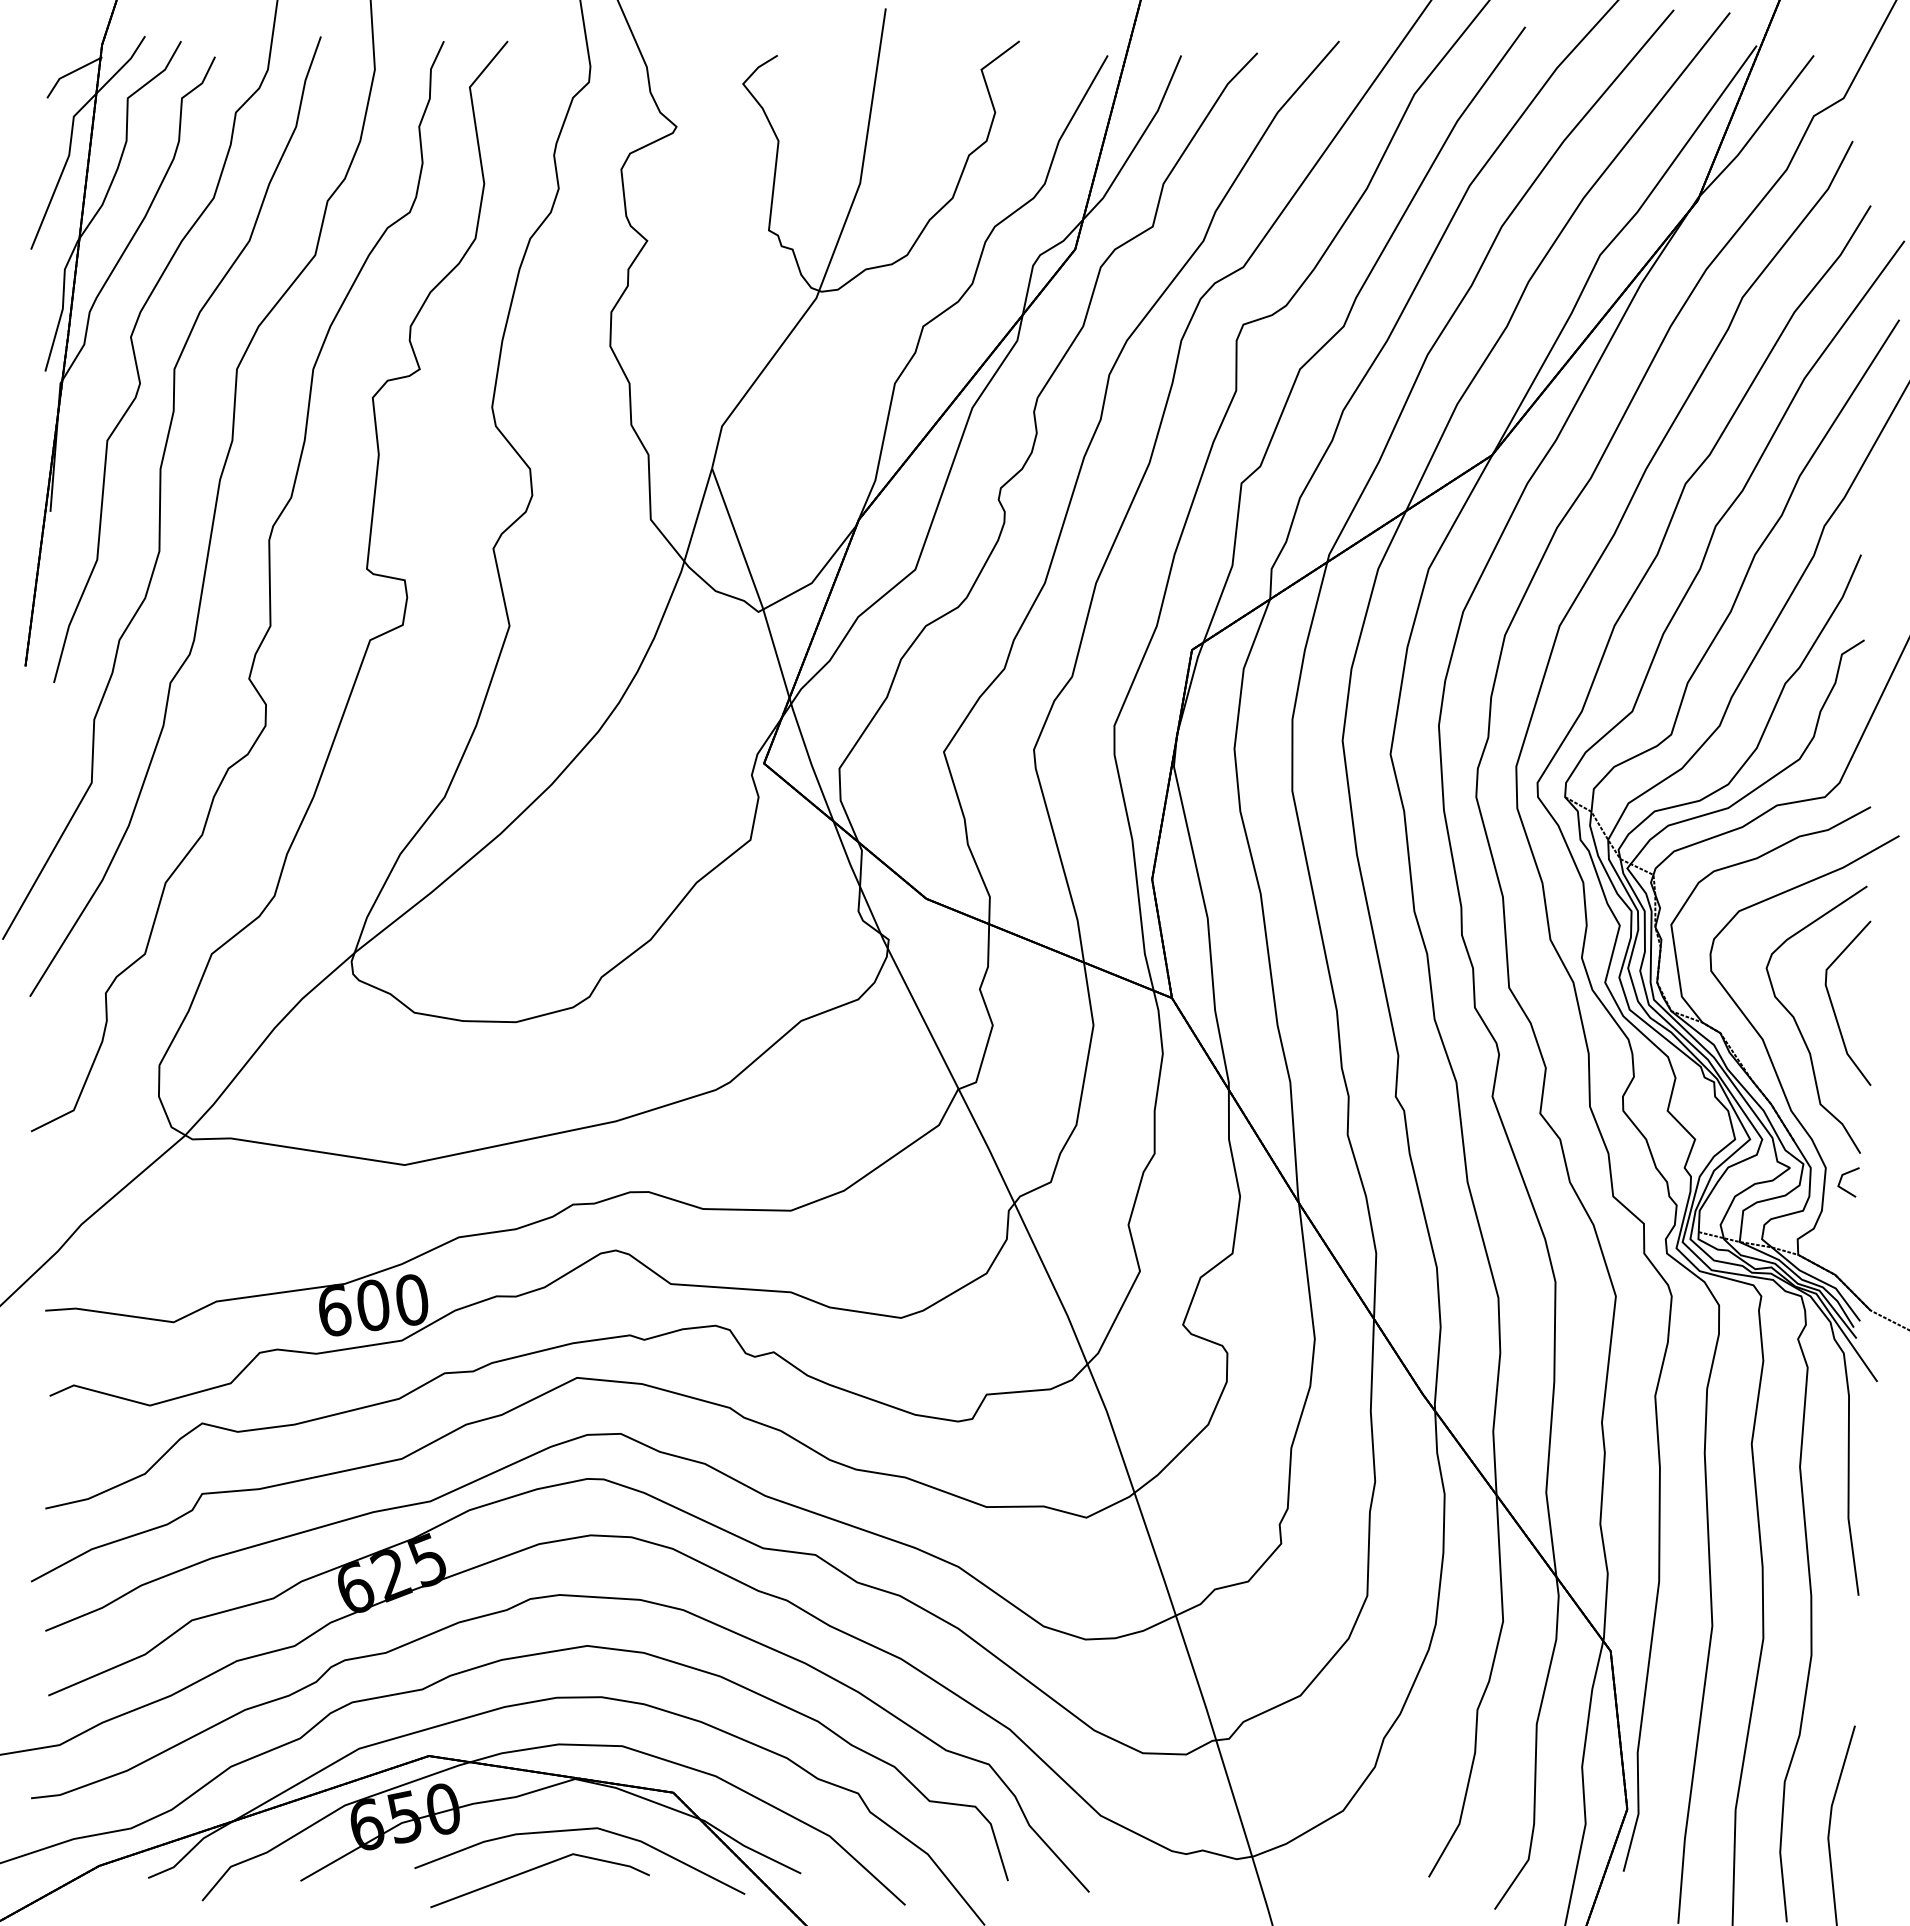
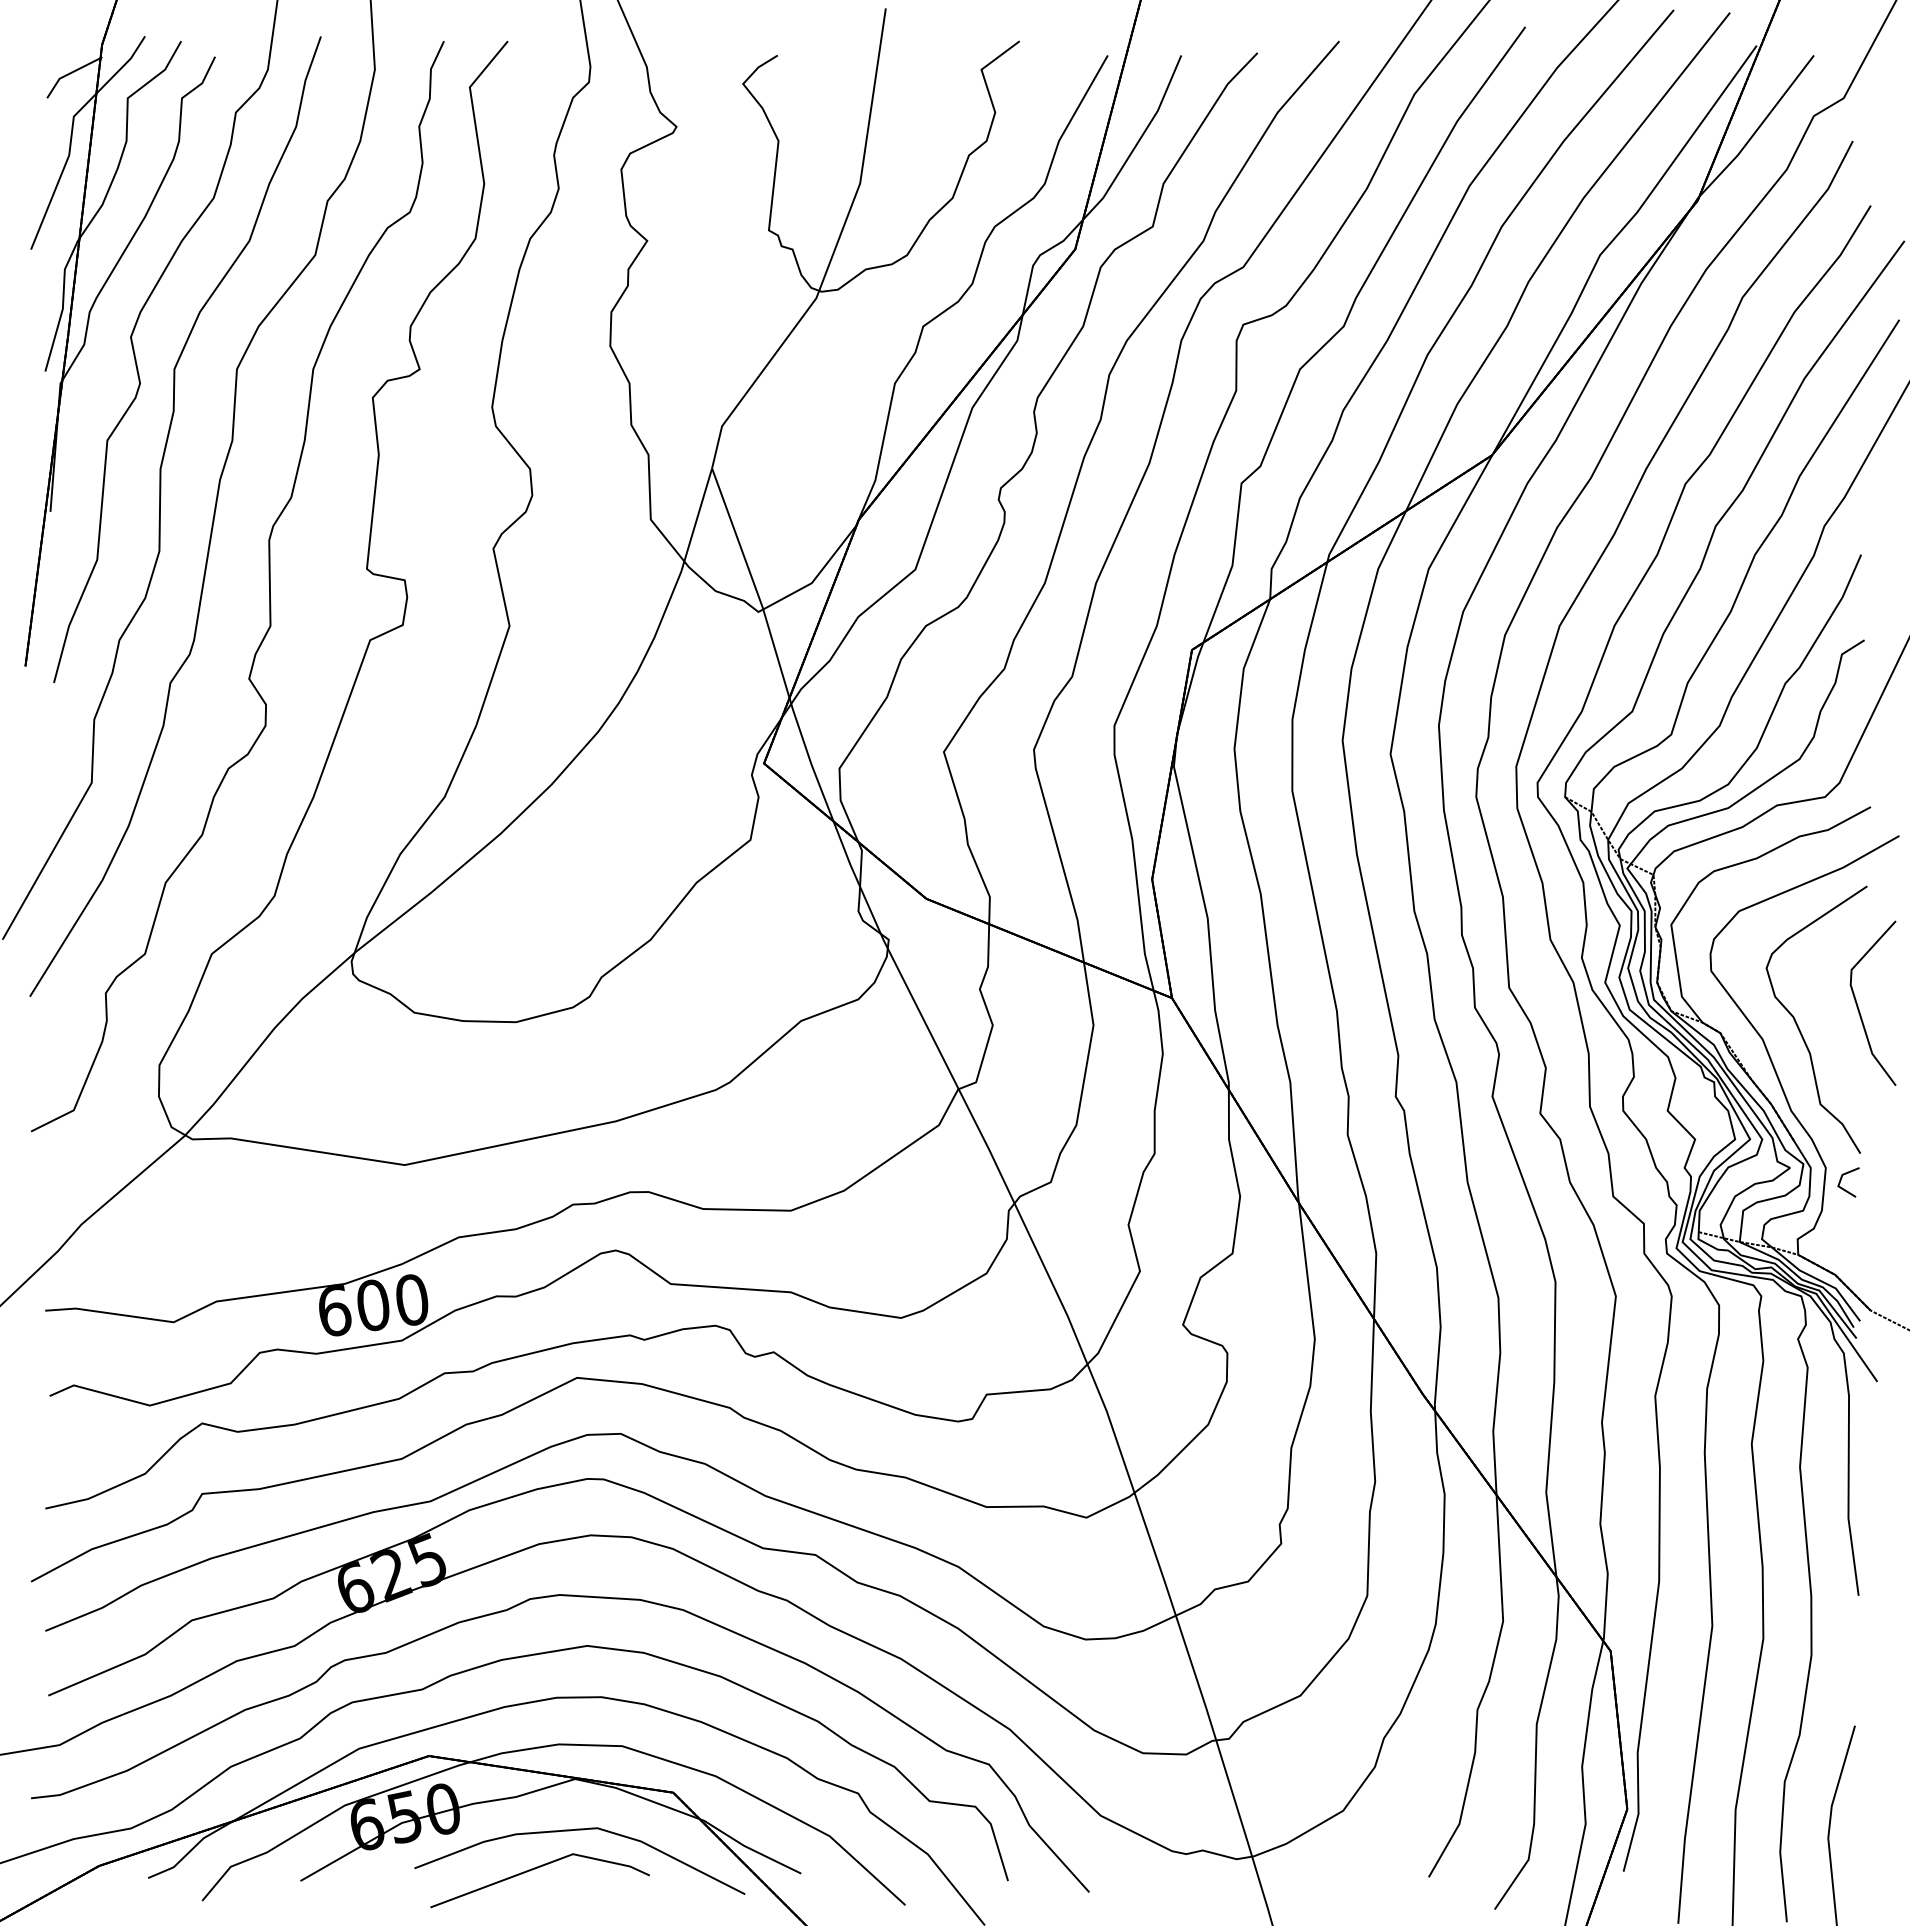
part at (1833, 1005) position: (1833, 1005) -> (1858, 1005)
